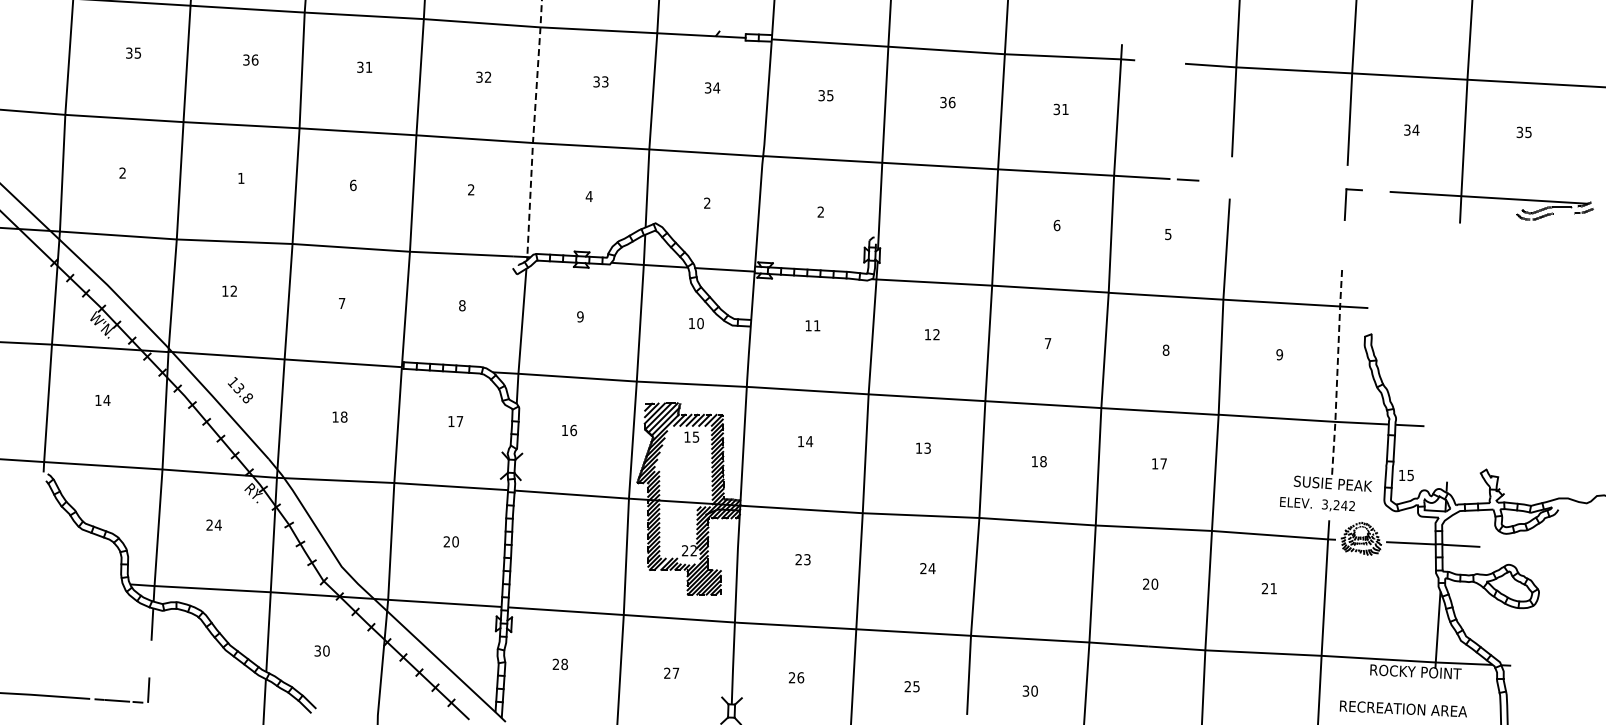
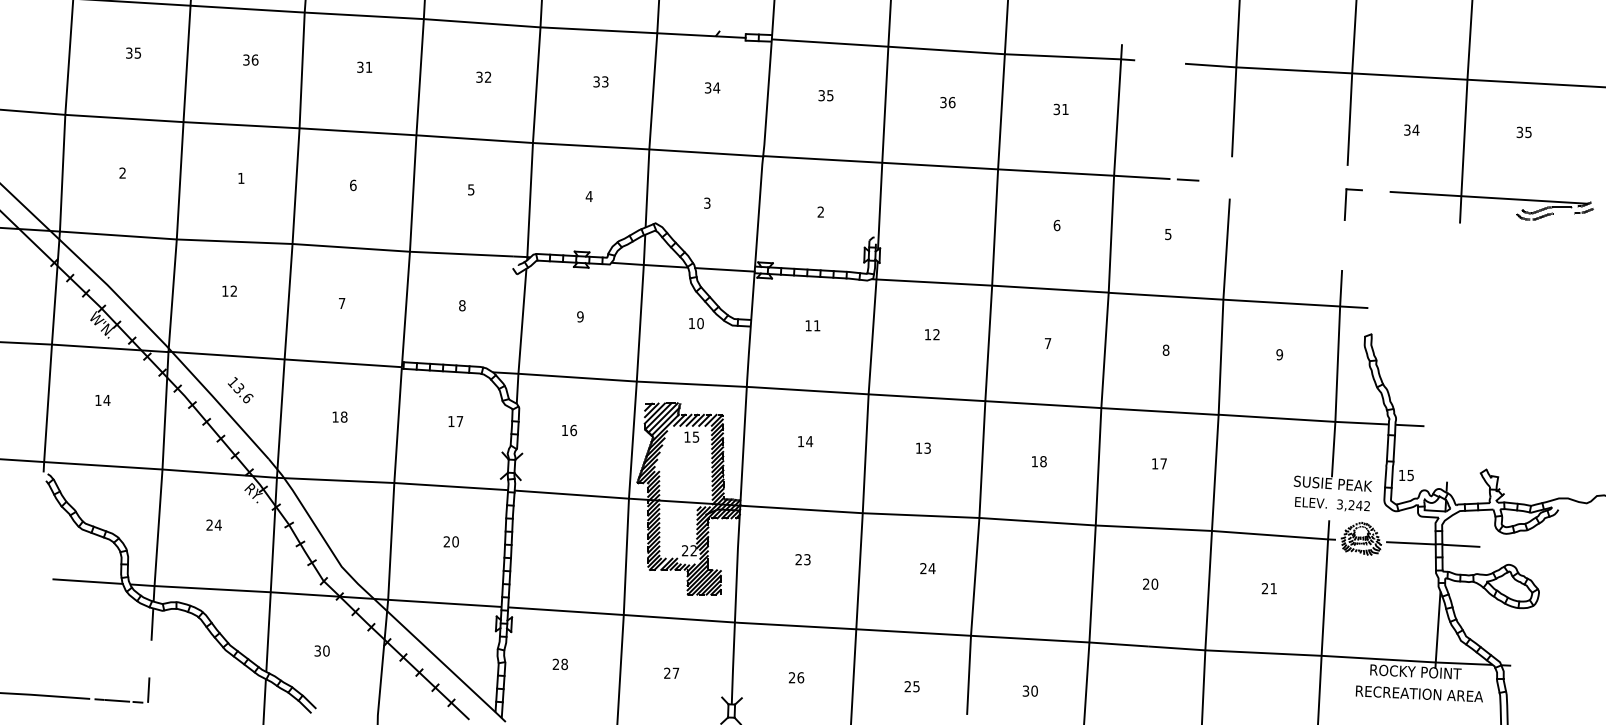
line at (533, 130): dashed -> solid
text at (471, 189): 2 -> 5
text at (707, 203): 2 -> 3
line at (1337, 374): dashed -> solid
text at (247, 397): 13.8 -> 13.6
text at (1317, 504) position: (1317, 504) -> (1332, 504)
line at (87, 581): none -> present
text at (1402, 708) position: (1402, 708) -> (1418, 693)
